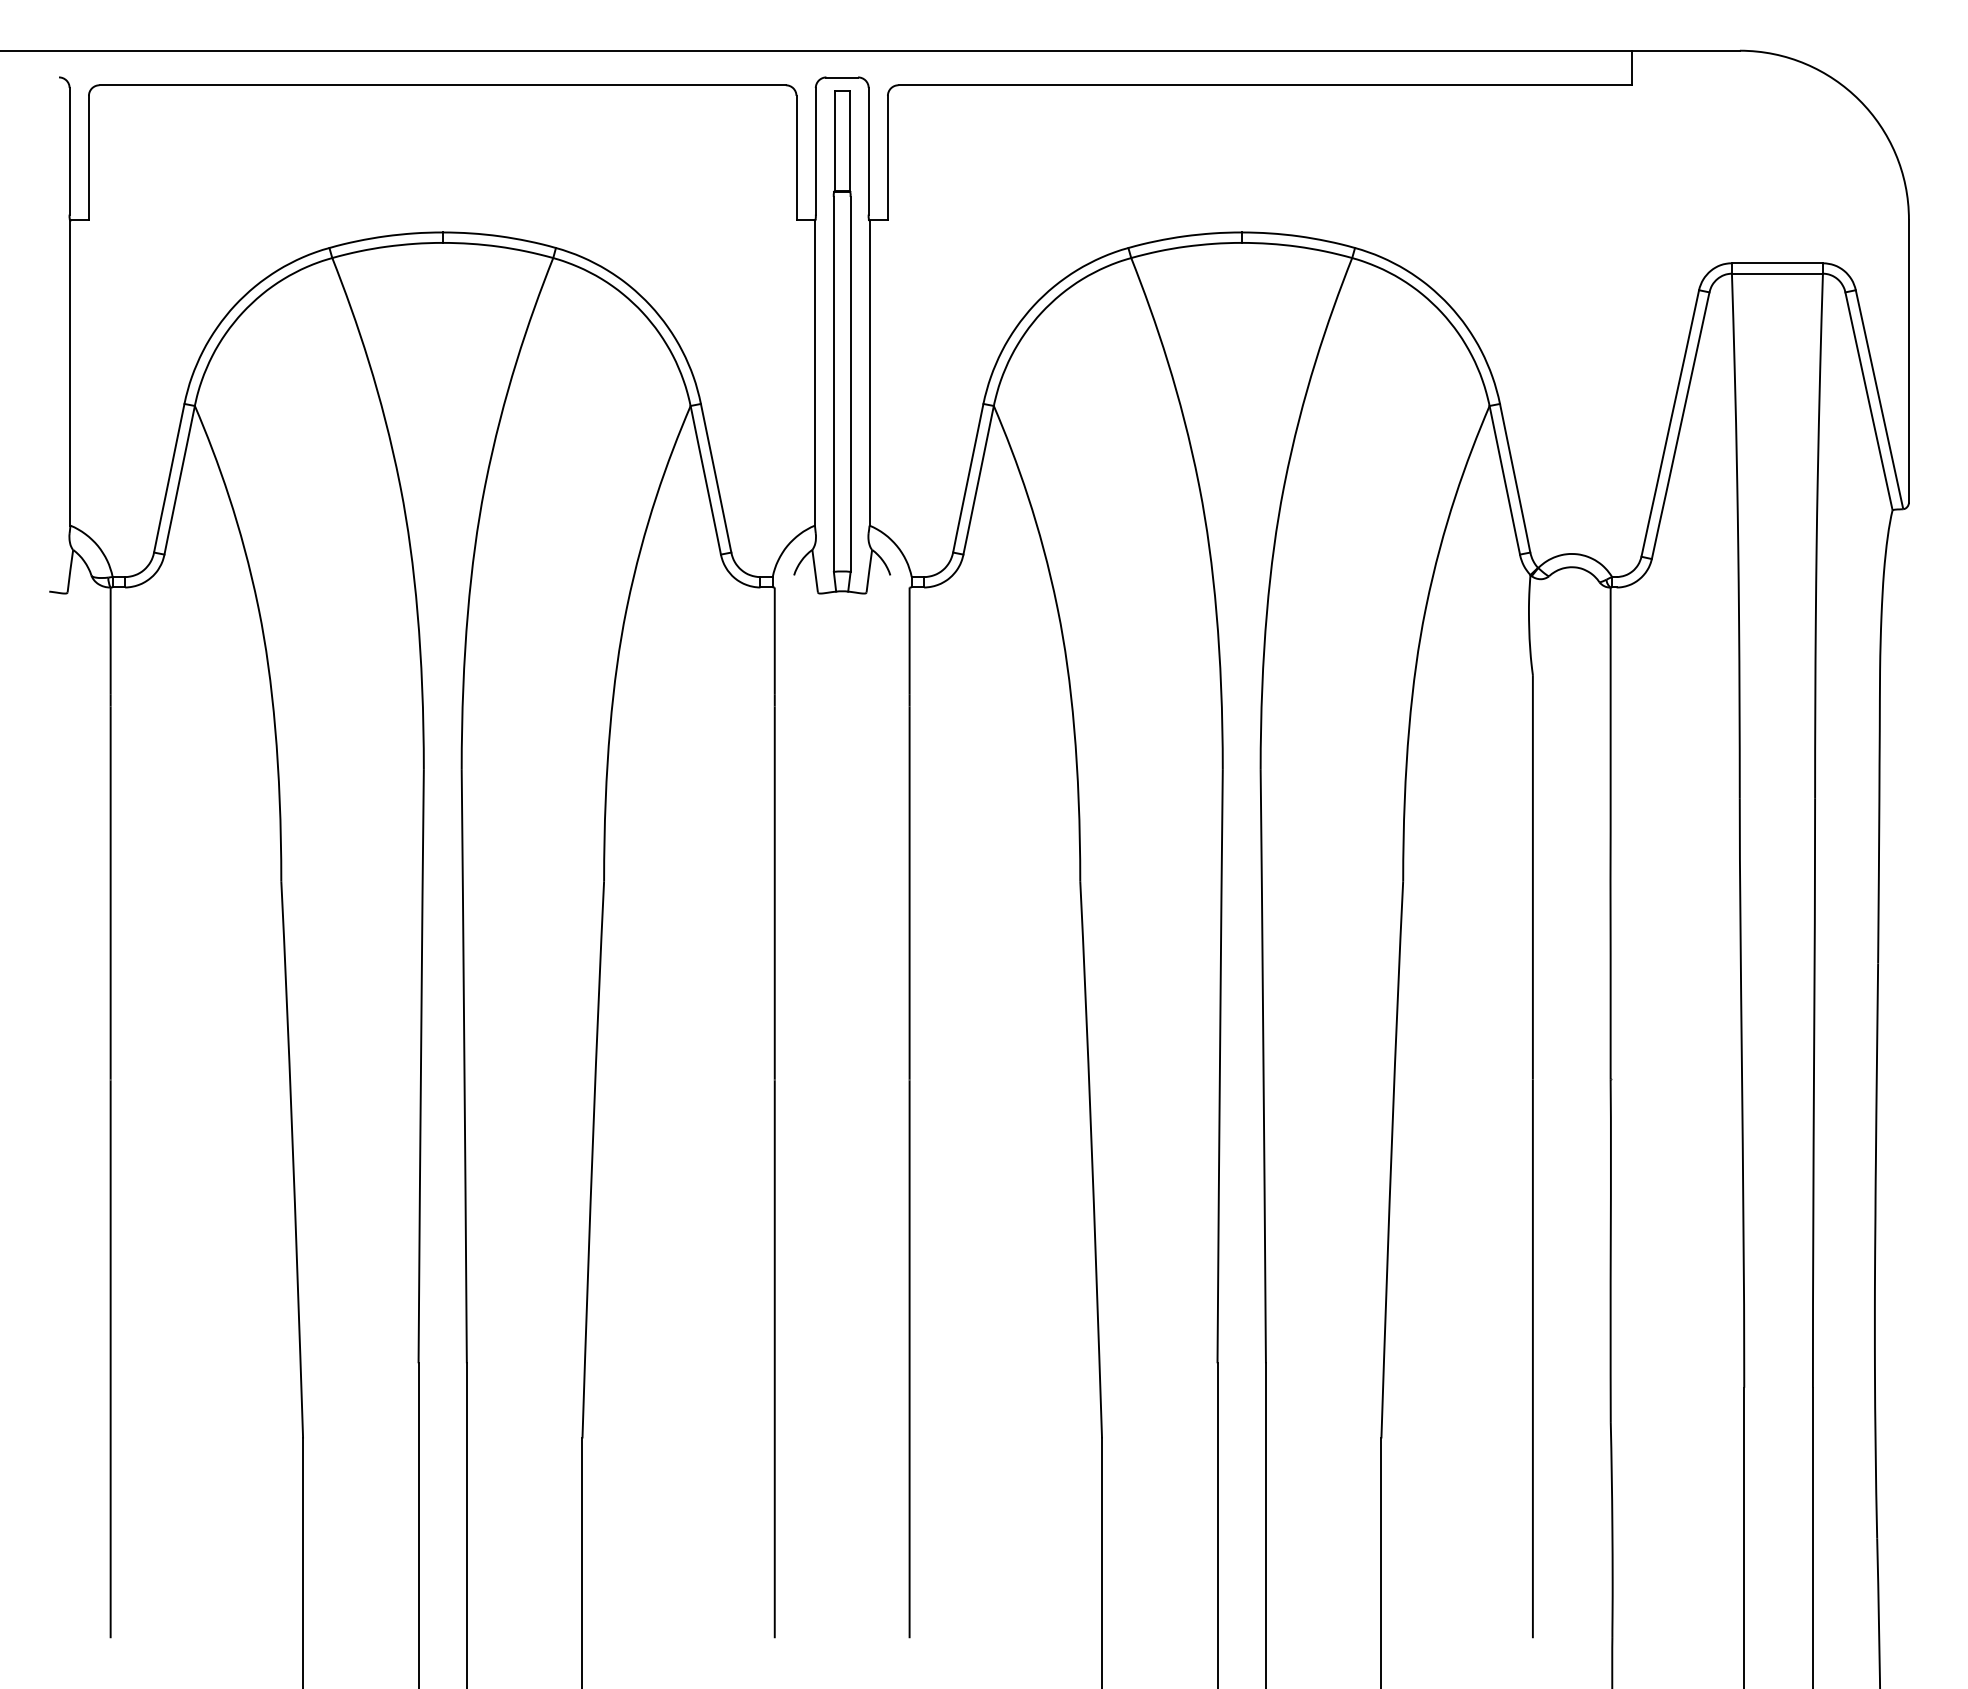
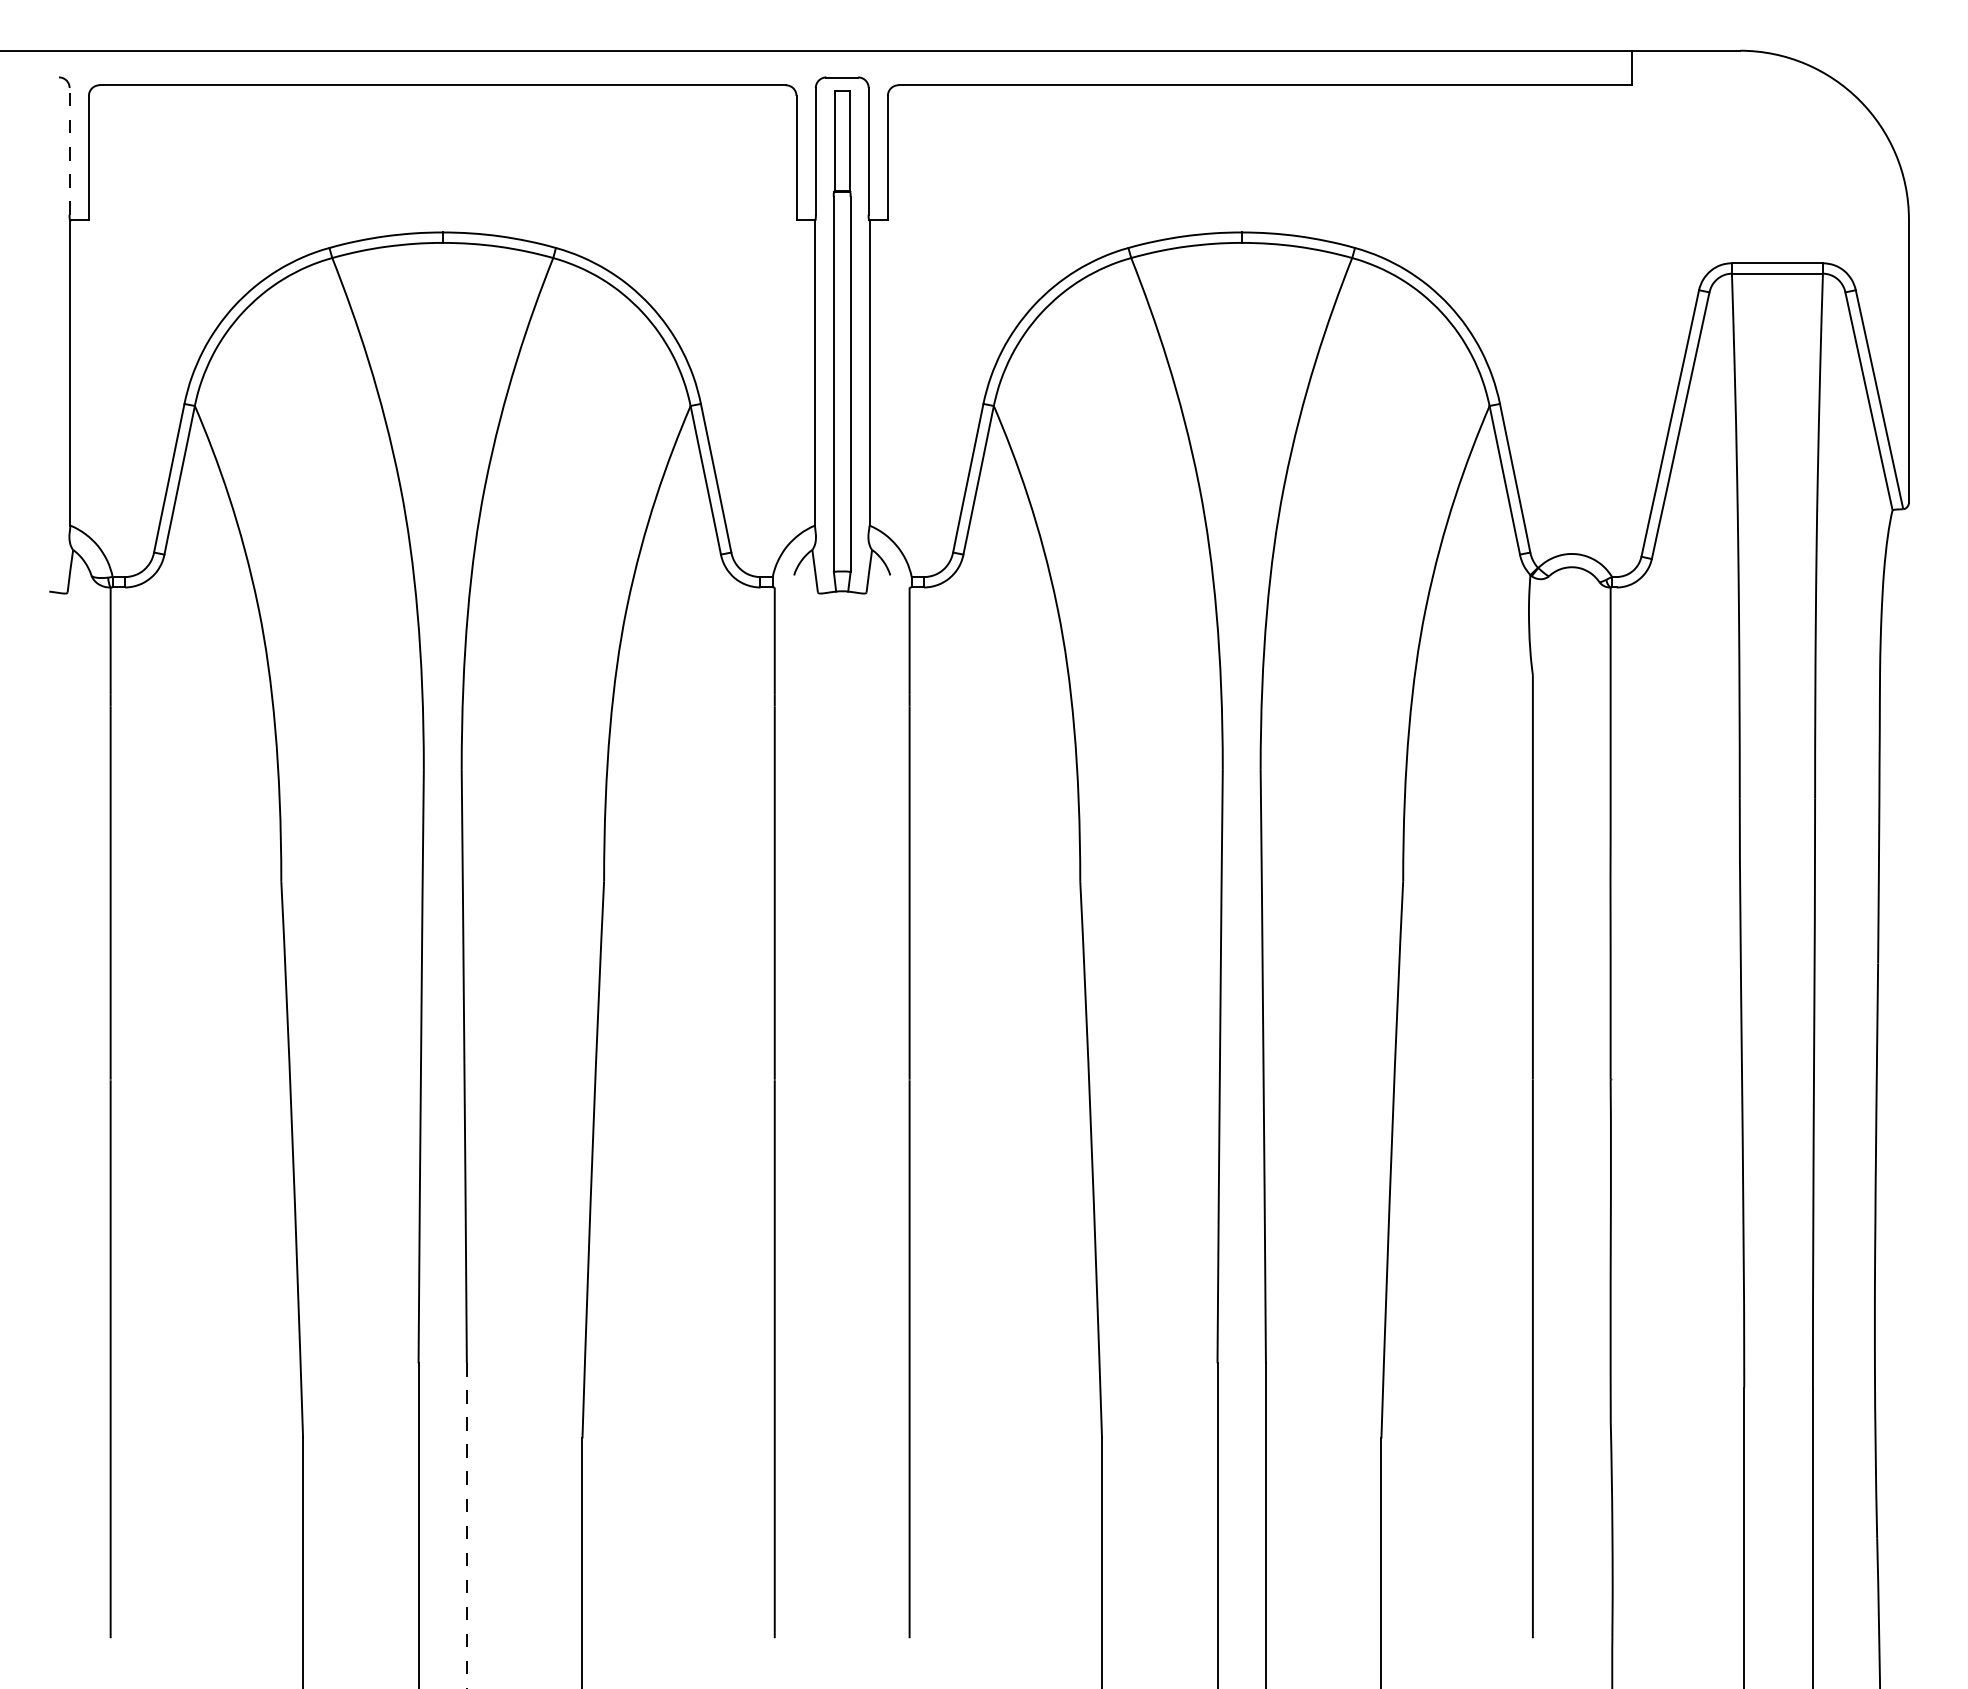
line at (69, 150): solid -> dashed
line at (466, 1526): solid -> dashed
